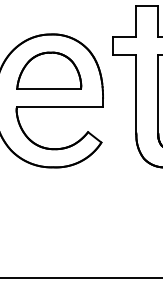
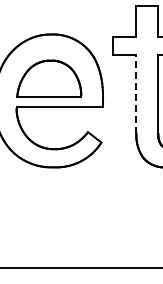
part at (49, 70) position: (49, 70) -> (49, 78)
line at (136, 93): solid -> dashed
line at (80, 277) position: (80, 277) -> (80, 267)
